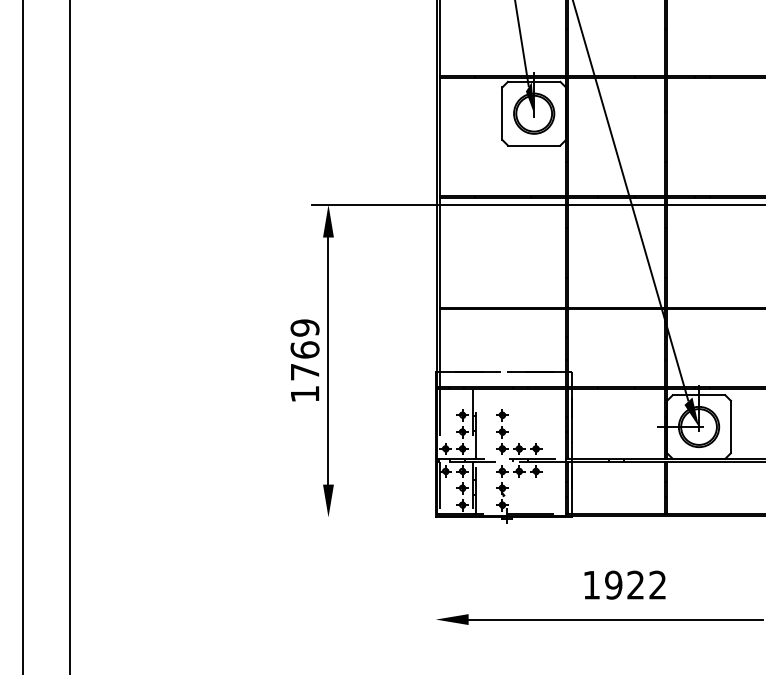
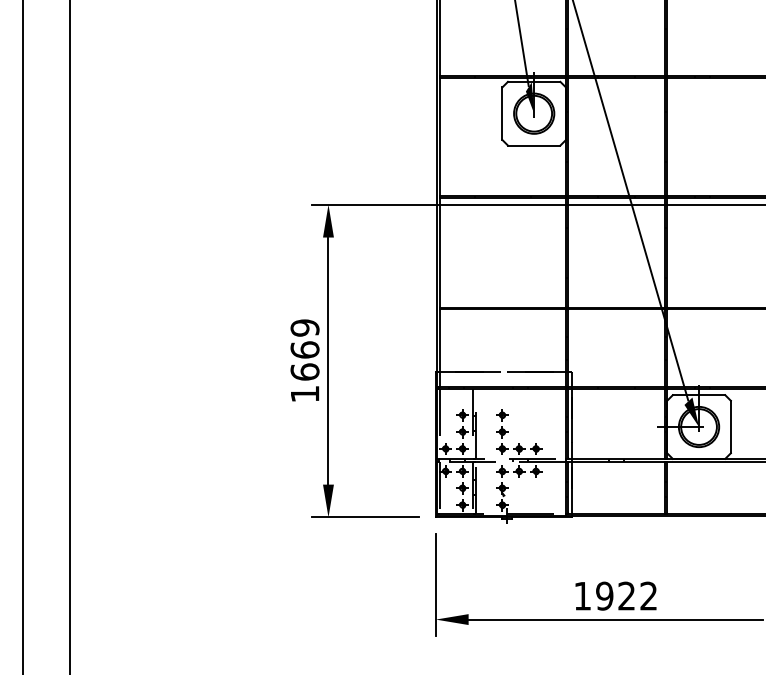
text at (304, 371): 1769 -> 1669
line at (364, 517): none -> present
text at (624, 584) position: (624, 584) -> (615, 595)
line at (435, 585): none -> present
